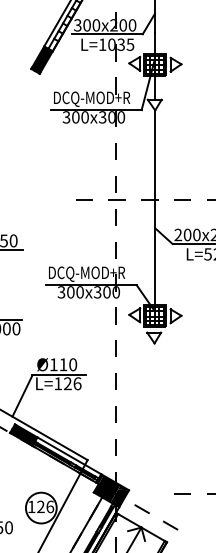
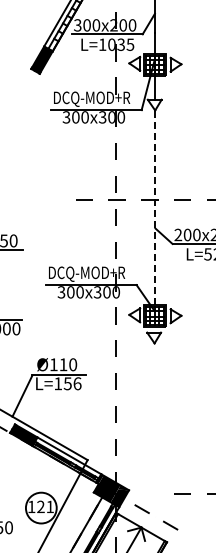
line at (154, 207): solid -> dashed
text at (67, 383): L=126 -> L=156
text at (50, 506): 126 -> 121
